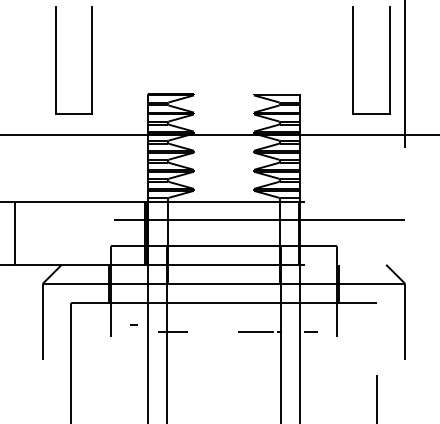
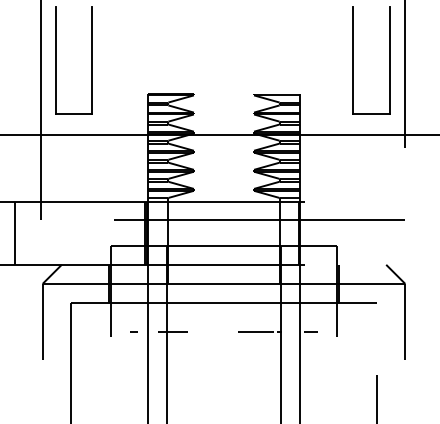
line at (41, 111): none -> present
line at (133, 324) position: (133, 324) -> (133, 331)
